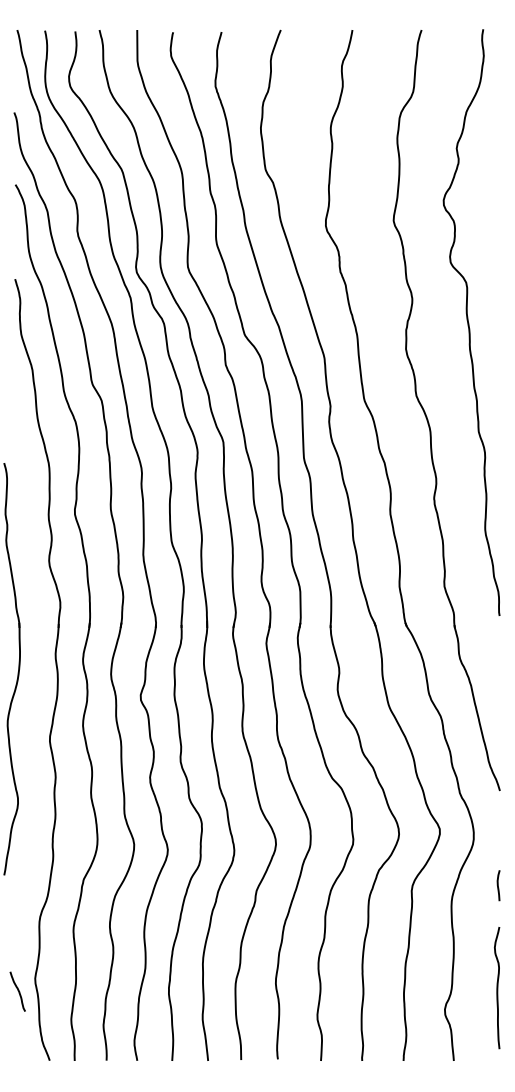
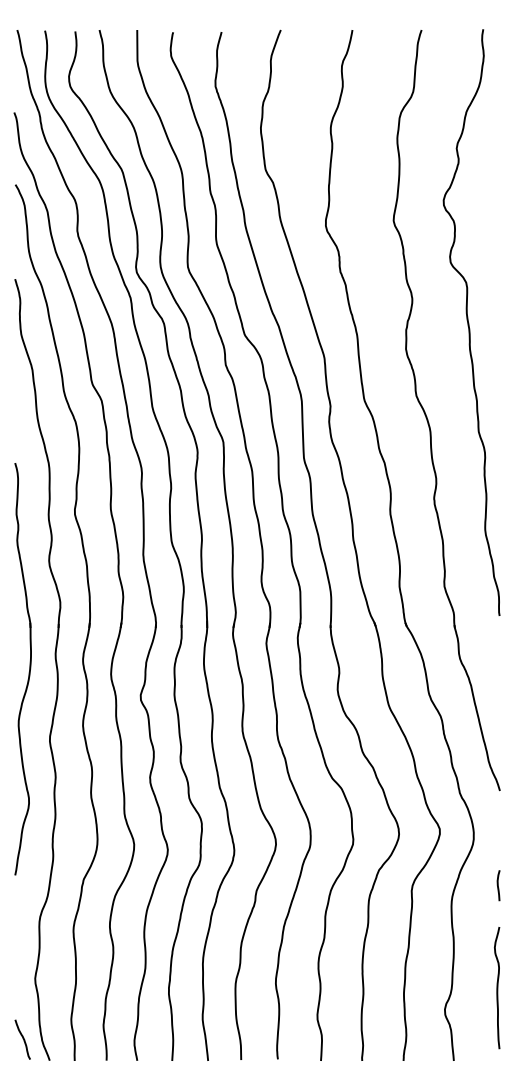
part at (17, 672) position: (17, 672) -> (28, 672)
curve at (17, 990) position: (17, 990) -> (22, 1038)
